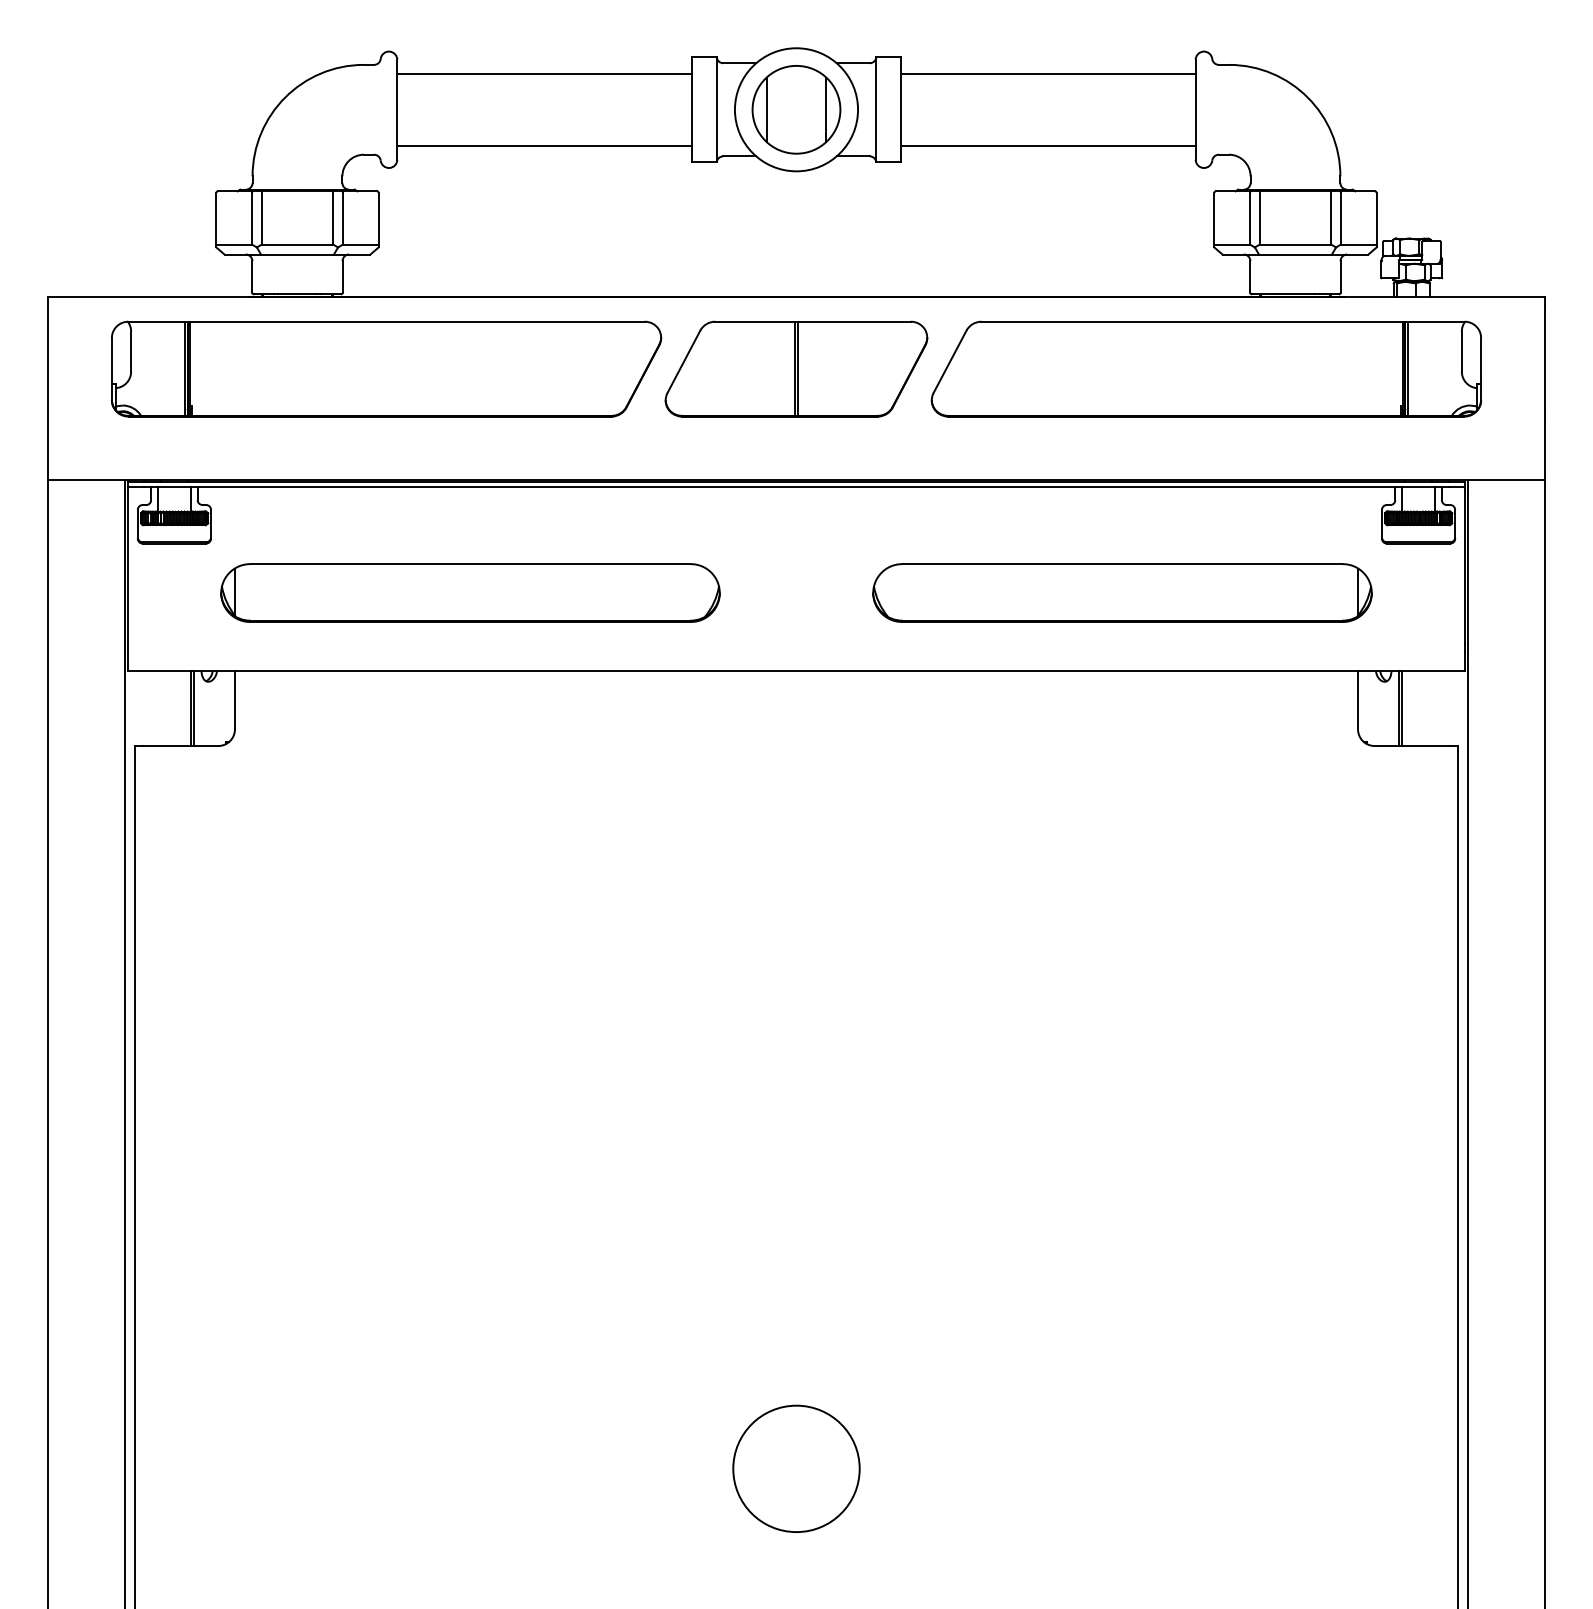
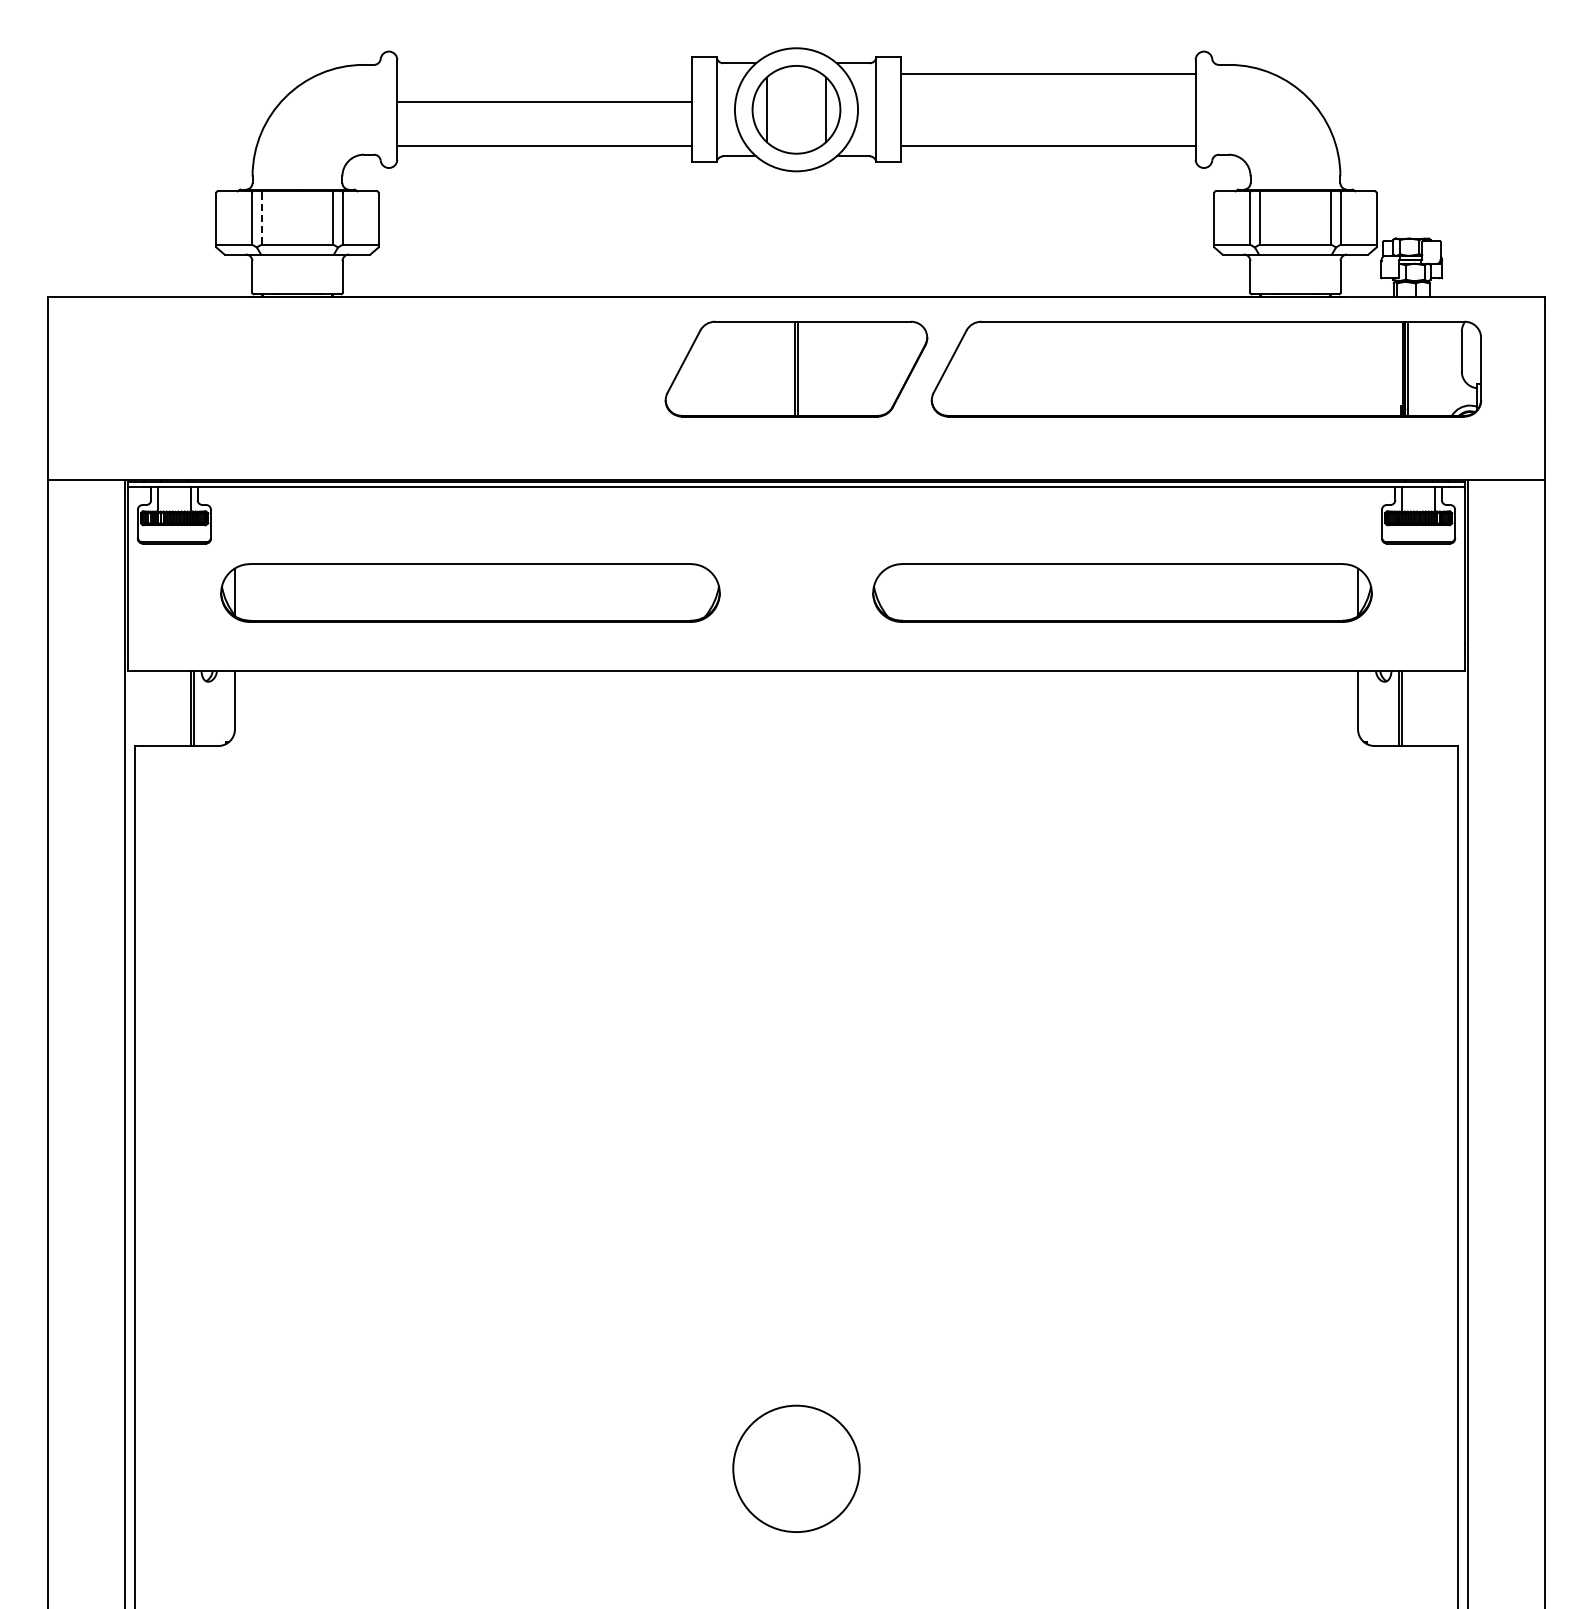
line at (544, 74) position: (544, 74) -> (544, 102)
line at (261, 218): solid -> dashed
part at (386, 368): present -> none
